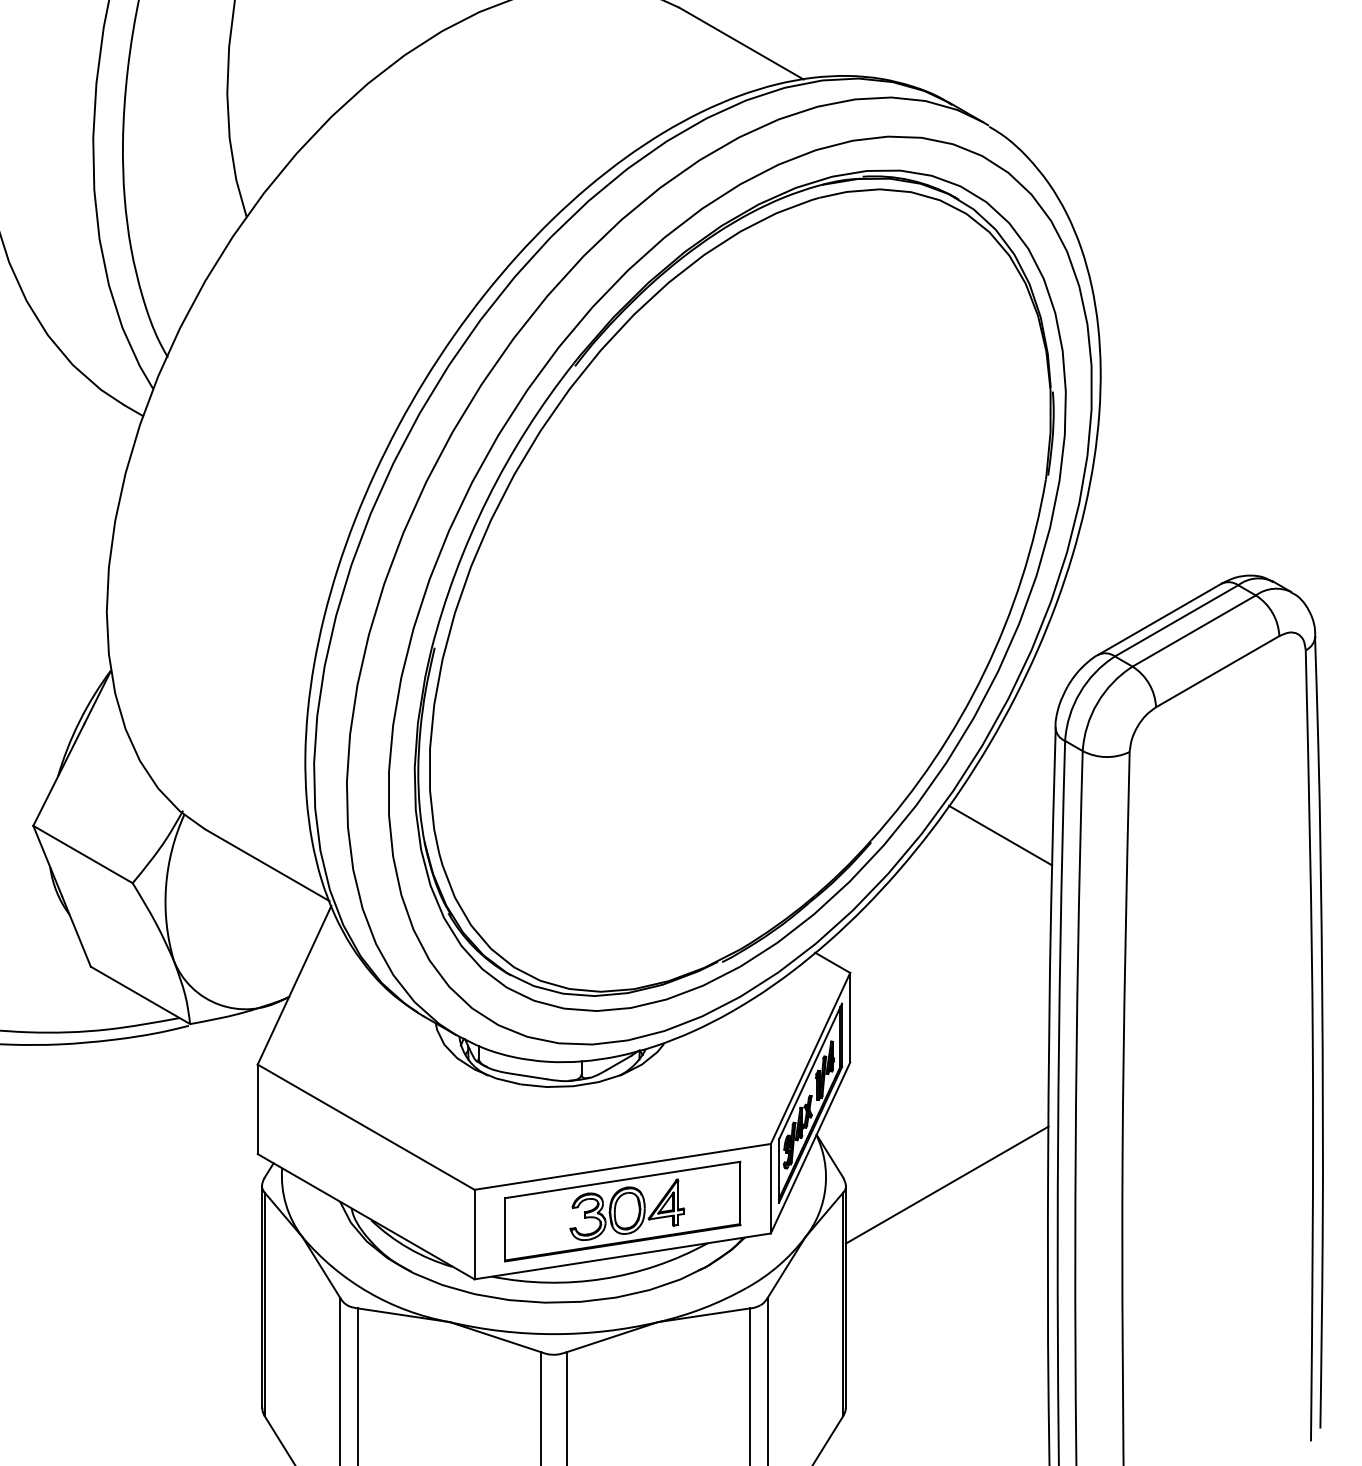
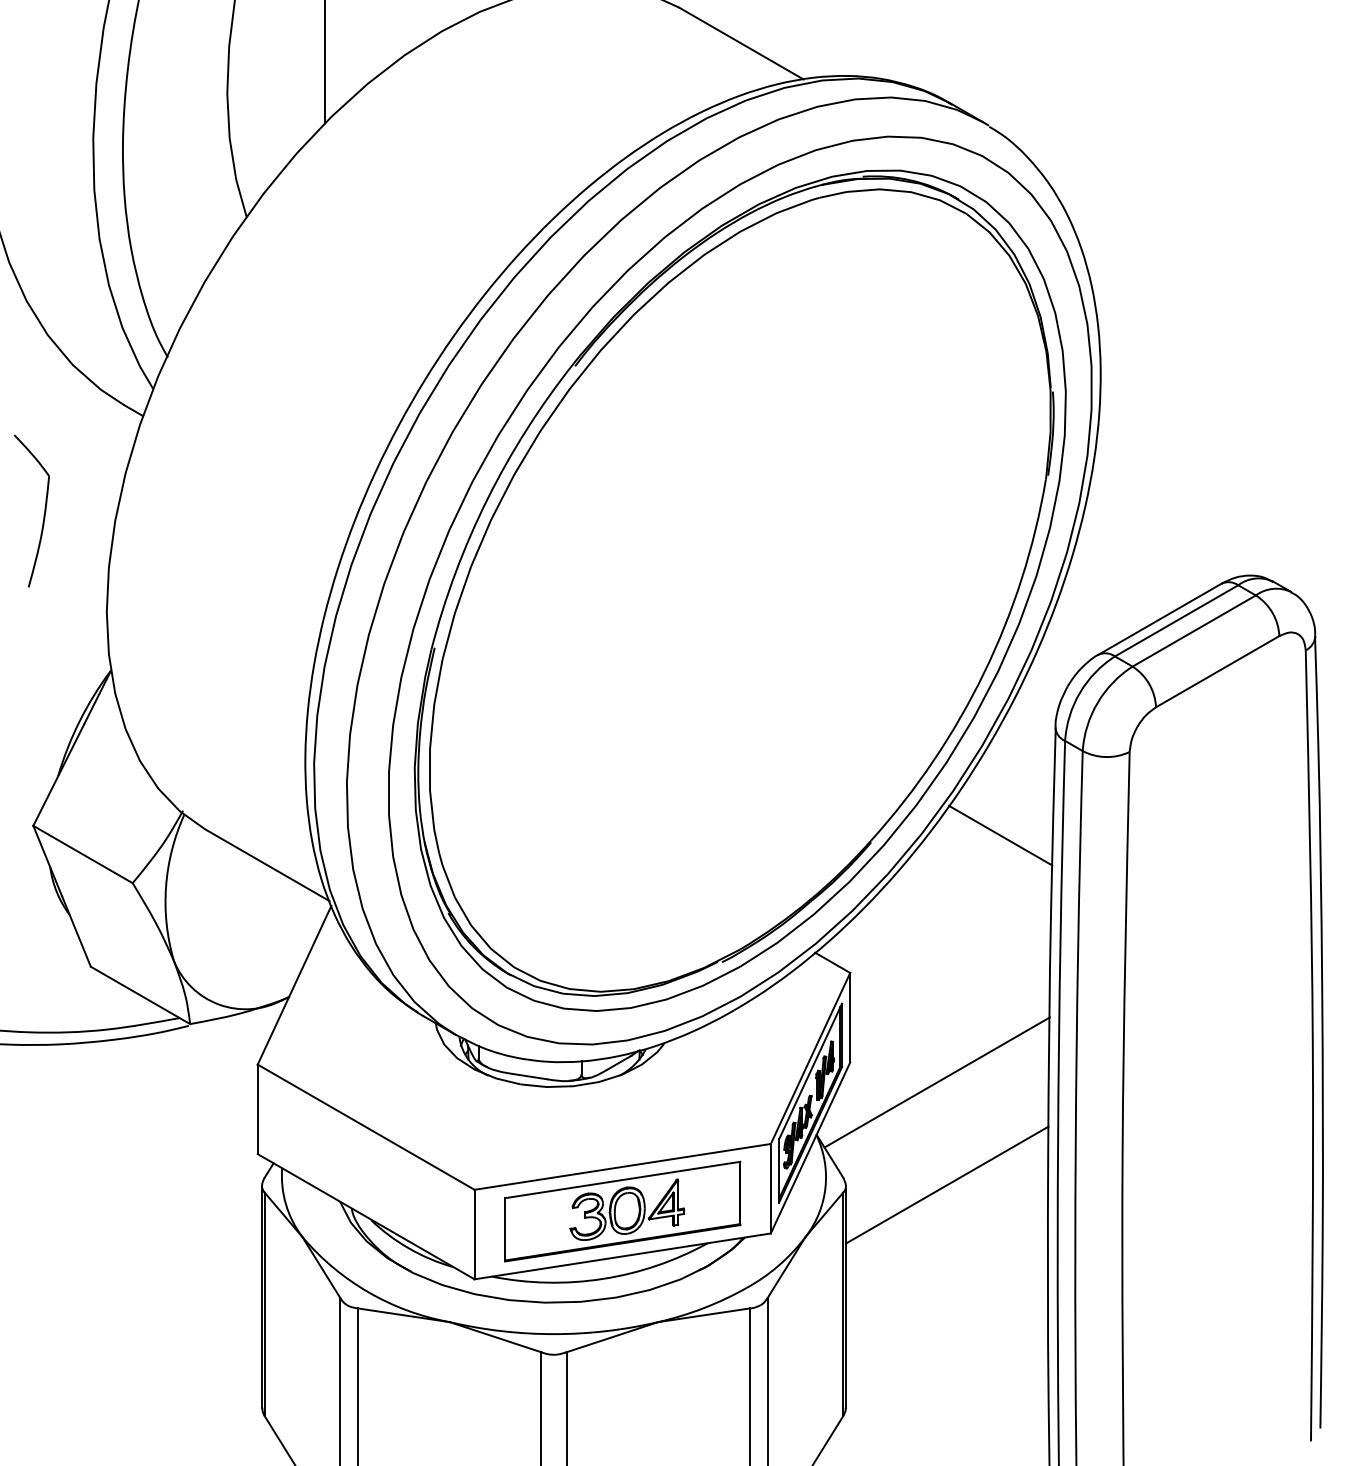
line at (325, 62): none -> present
part at (44, 510): none -> present
line at (936, 1082): none -> present
